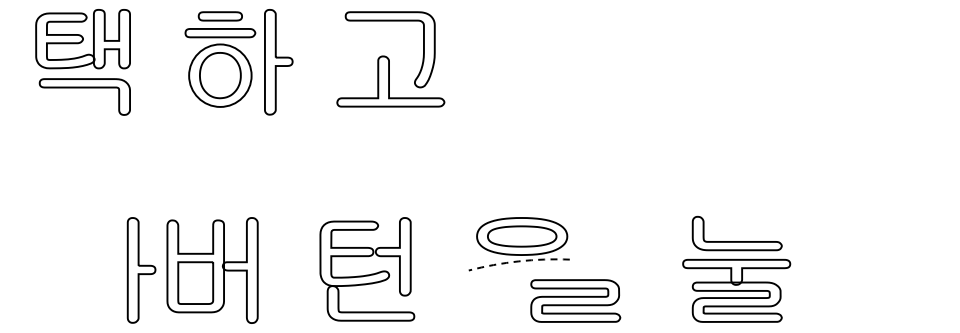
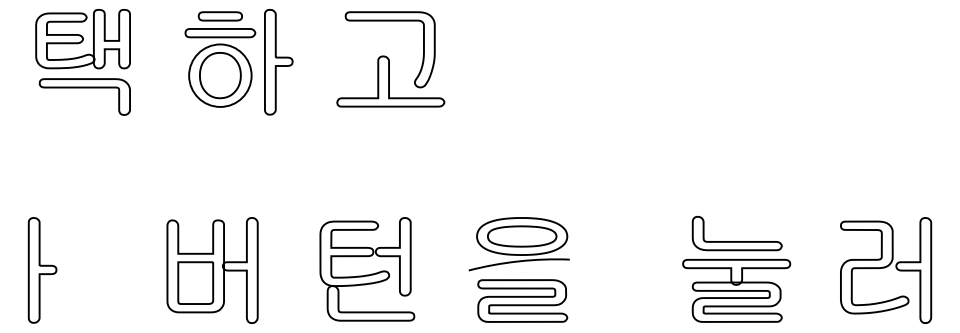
arc at (518, 261): dashed -> solid
part at (141, 270) position: (141, 270) -> (42, 270)
part at (886, 270): none -> present
part at (575, 300) position: (575, 300) -> (522, 300)
